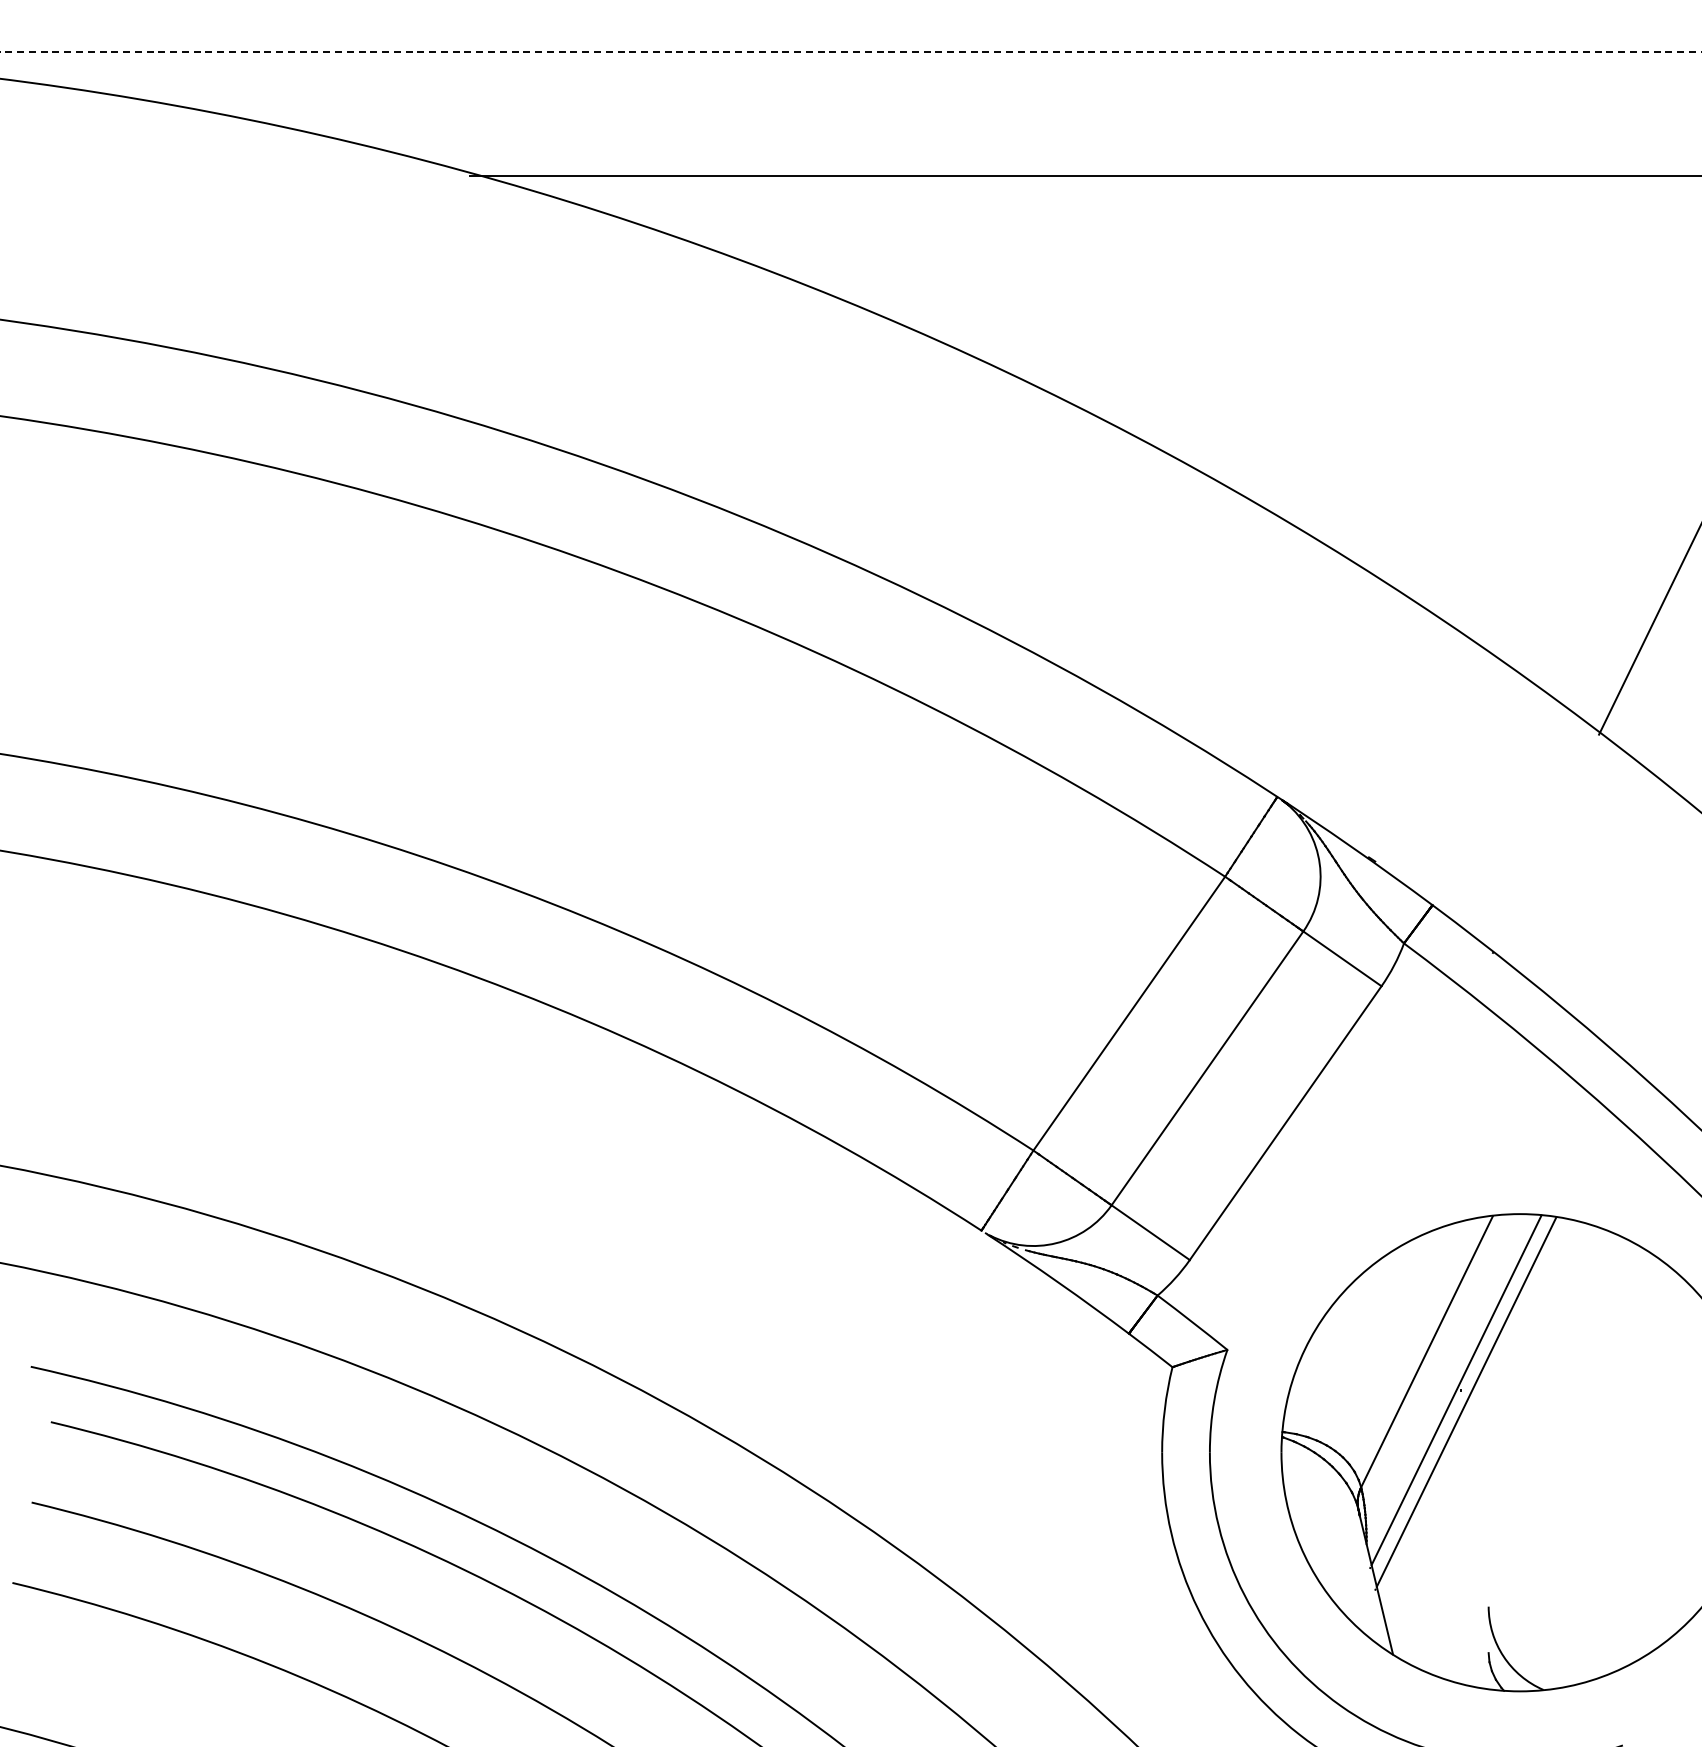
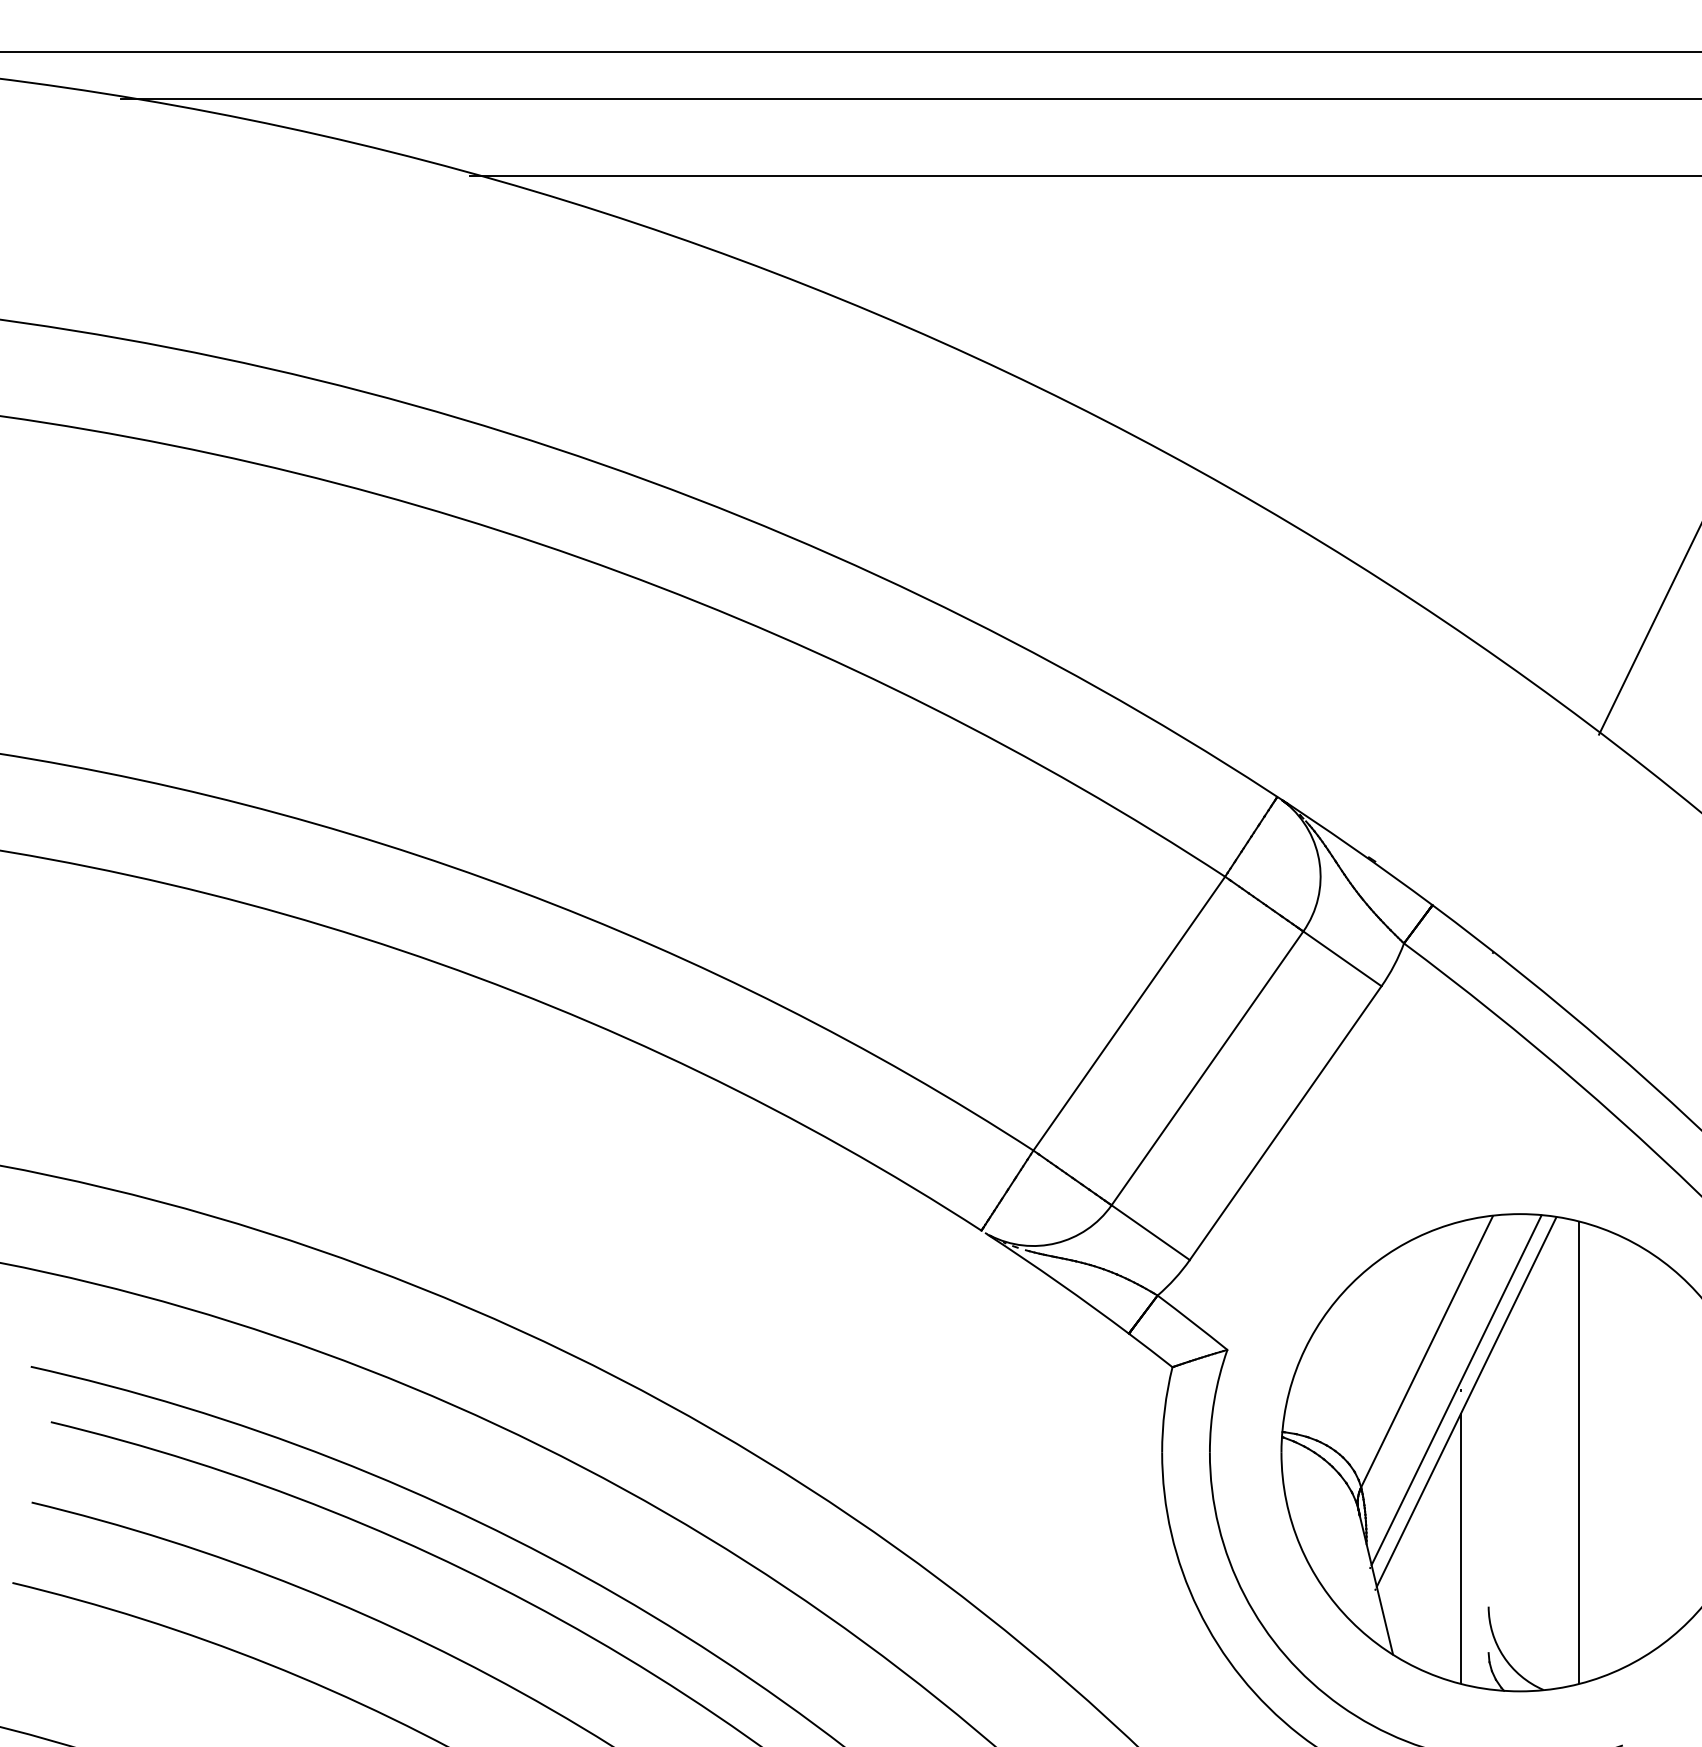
line at (851, 52): dashed -> solid
line at (909, 98): none -> present
line at (1579, 1452): none -> present
line at (1460, 1548): none -> present
